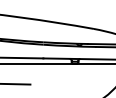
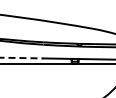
line at (22, 58): solid -> dashed
line at (16, 83): present -> none
